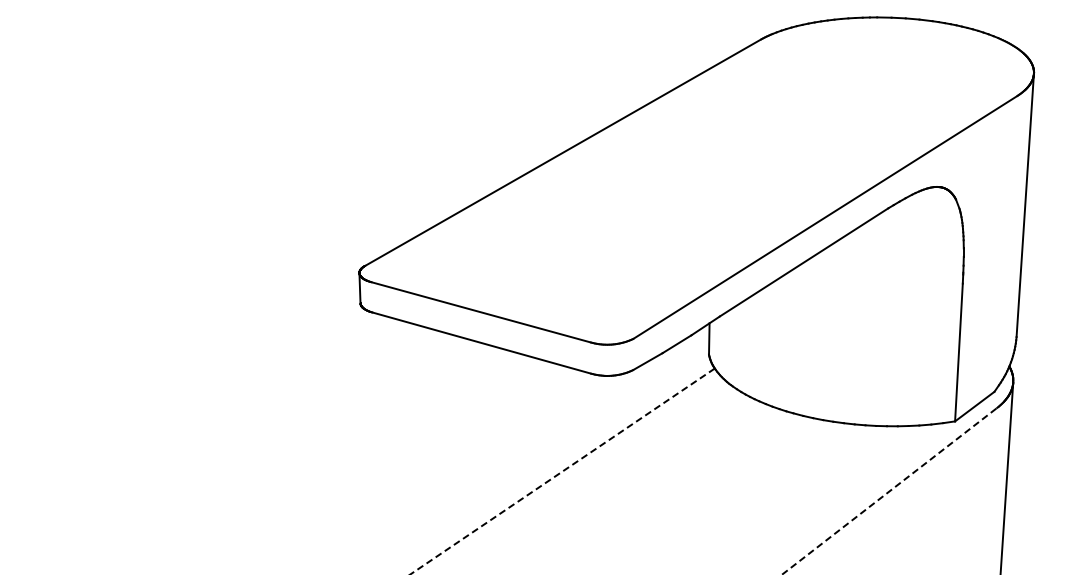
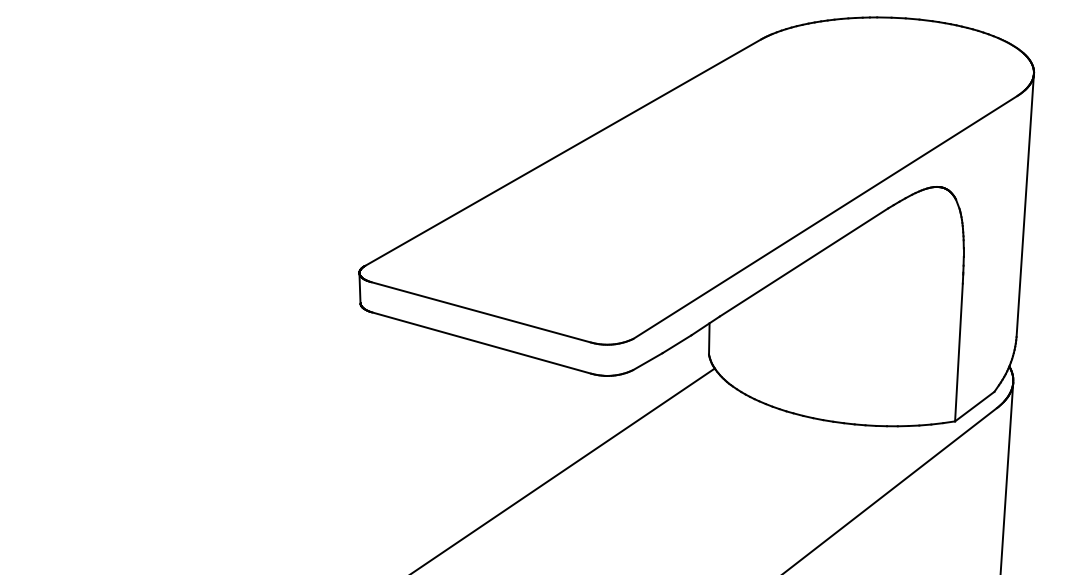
line at (562, 471): dashed -> solid
line at (889, 491): dashed -> solid
